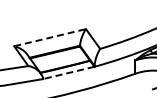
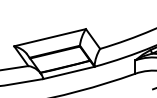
line at (50, 37): dashed -> solid
line at (68, 73): dashed -> solid
